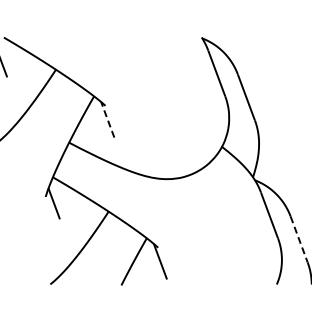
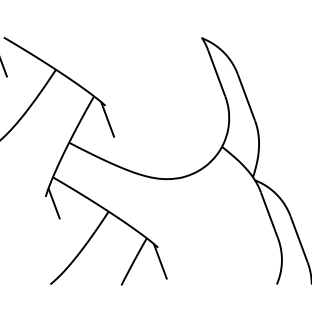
line at (107, 119): dashed -> solid
line at (299, 239): dashed -> solid
